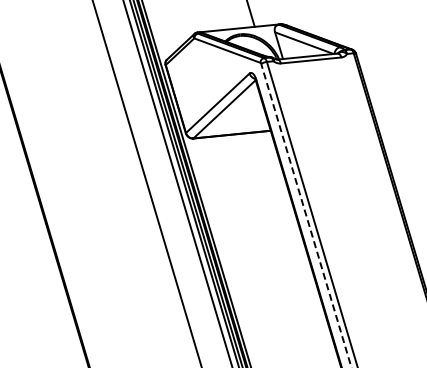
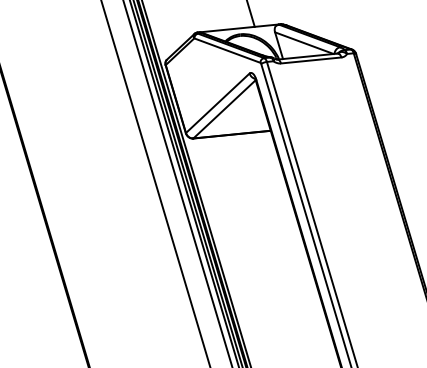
line at (146, 183) position: (146, 183) -> (155, 183)
line at (306, 215): dashed -> solid
